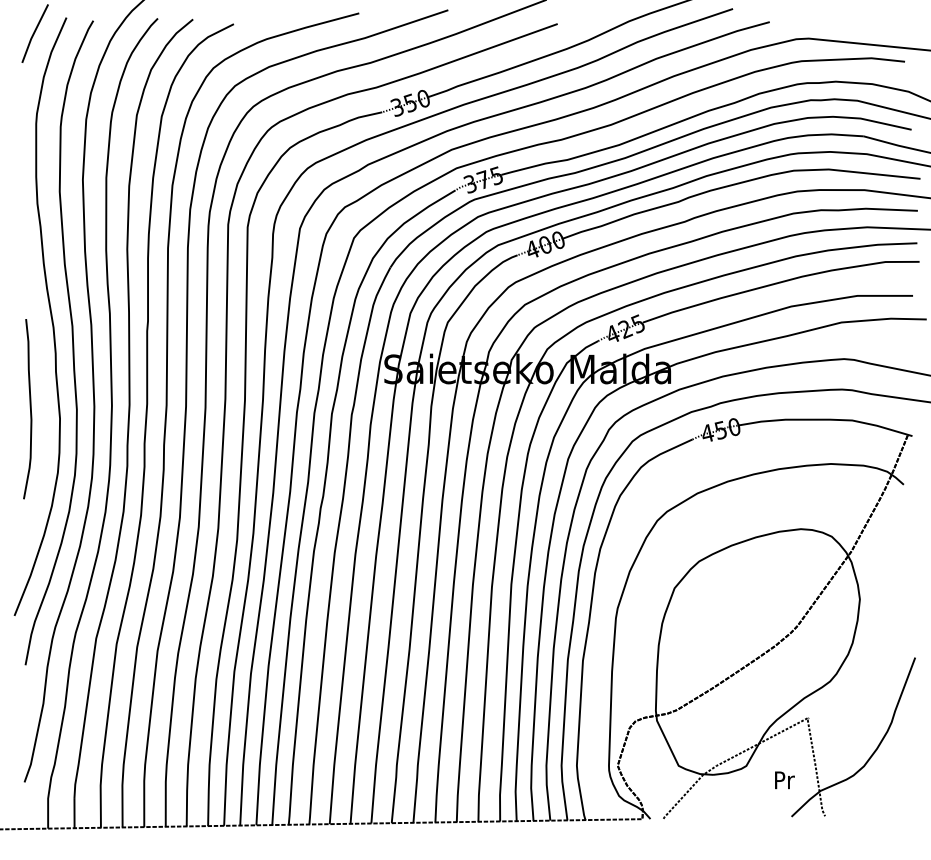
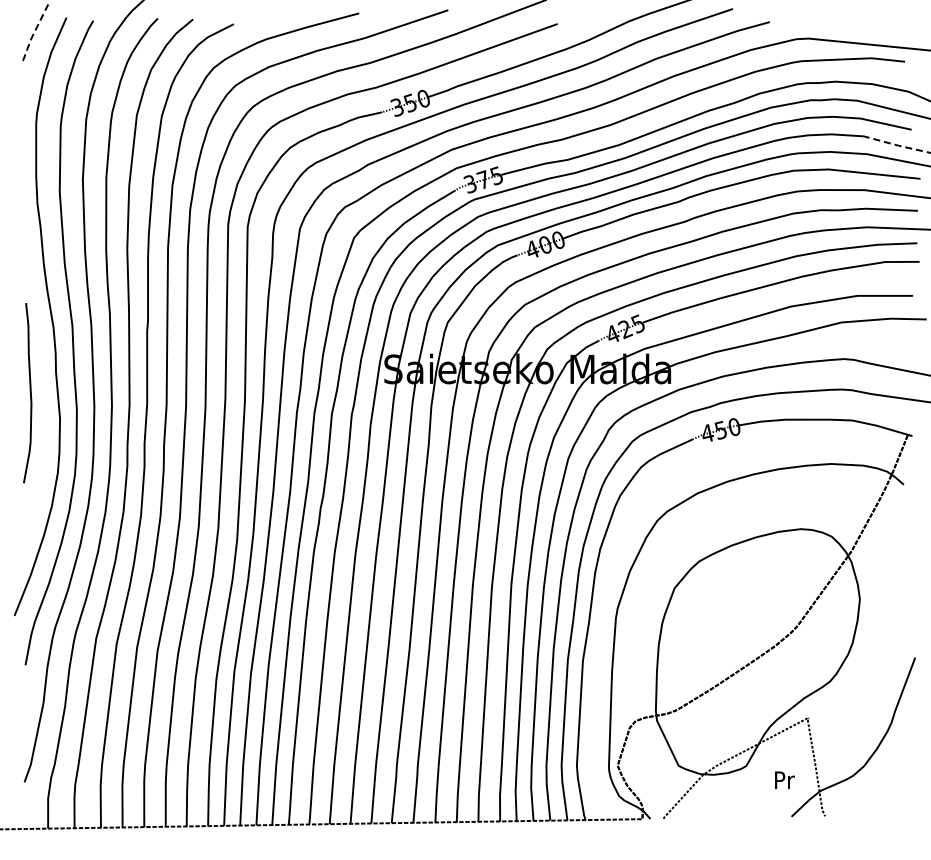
line at (33, 33): solid -> dashed
line at (896, 145): solid -> dashed
curve at (29, 407) position: (29, 407) -> (29, 391)
